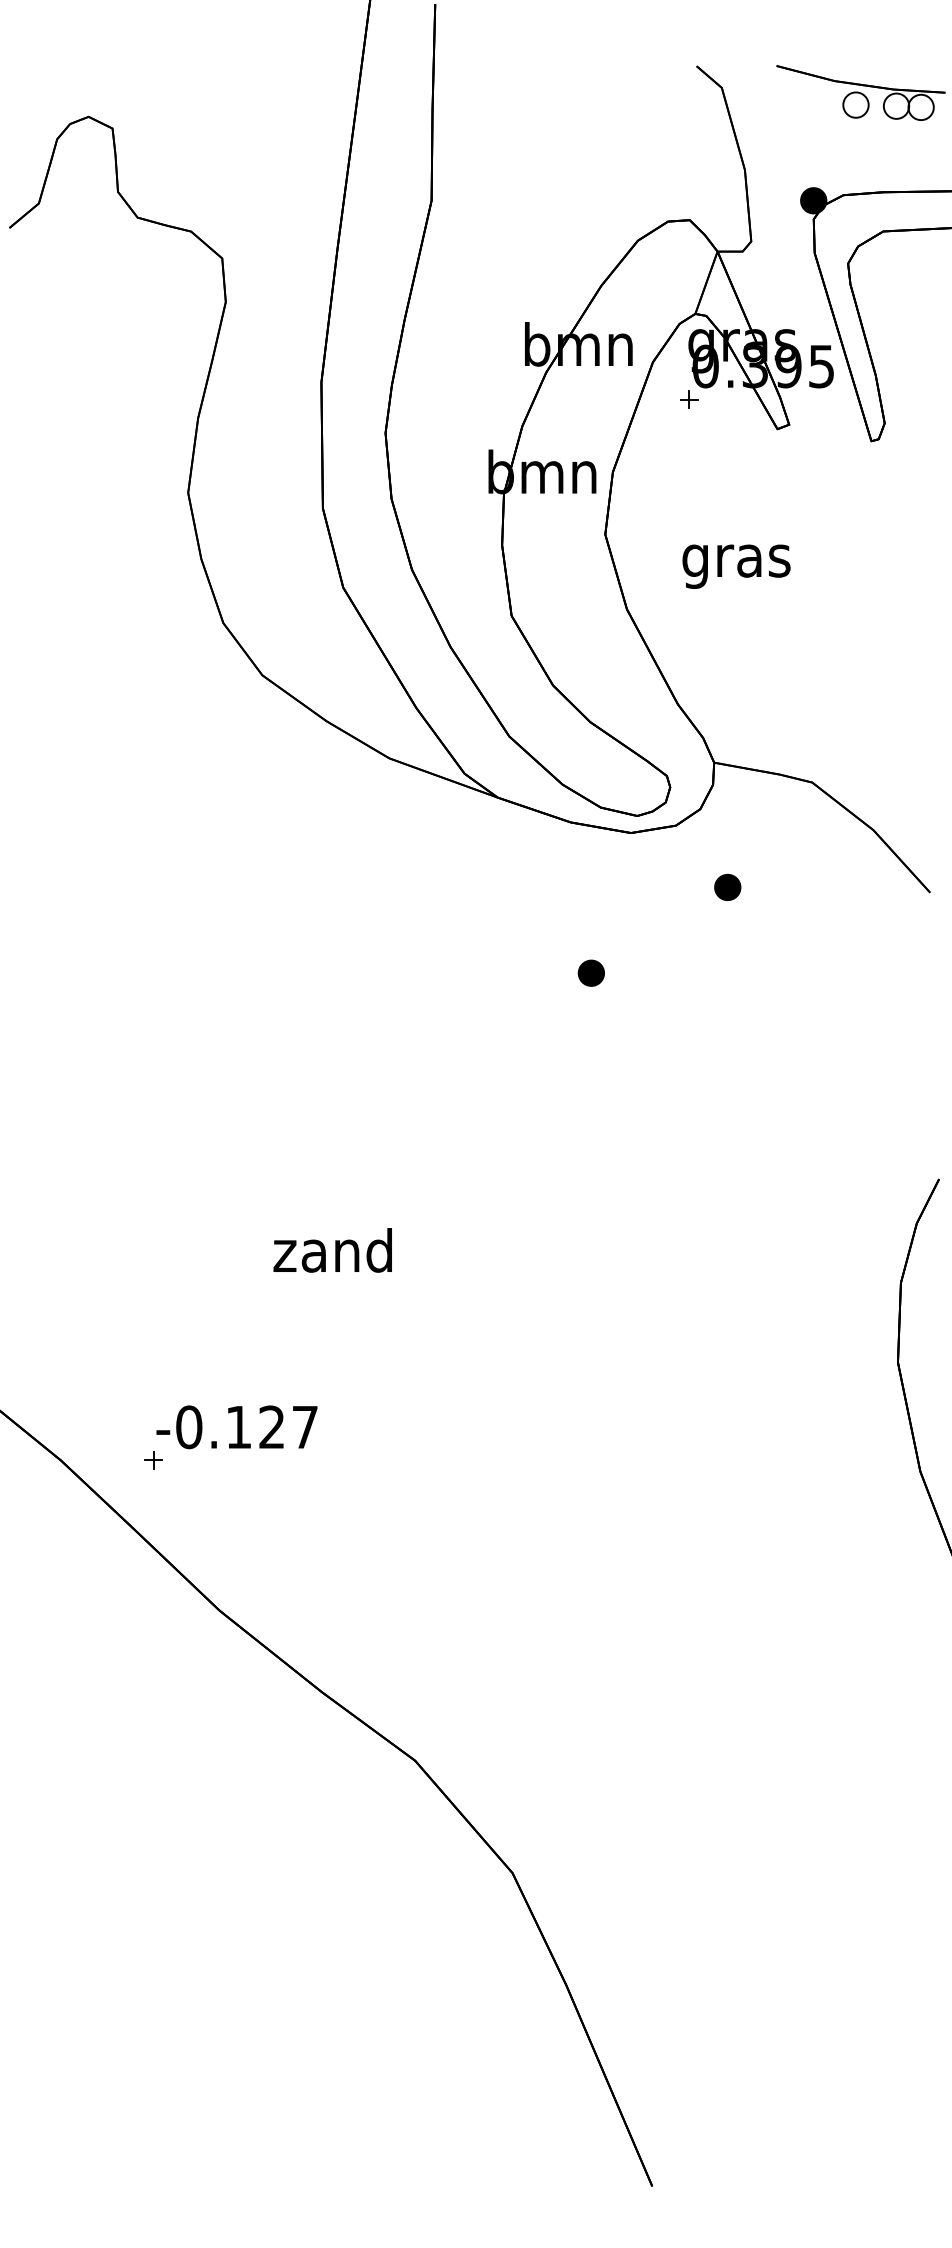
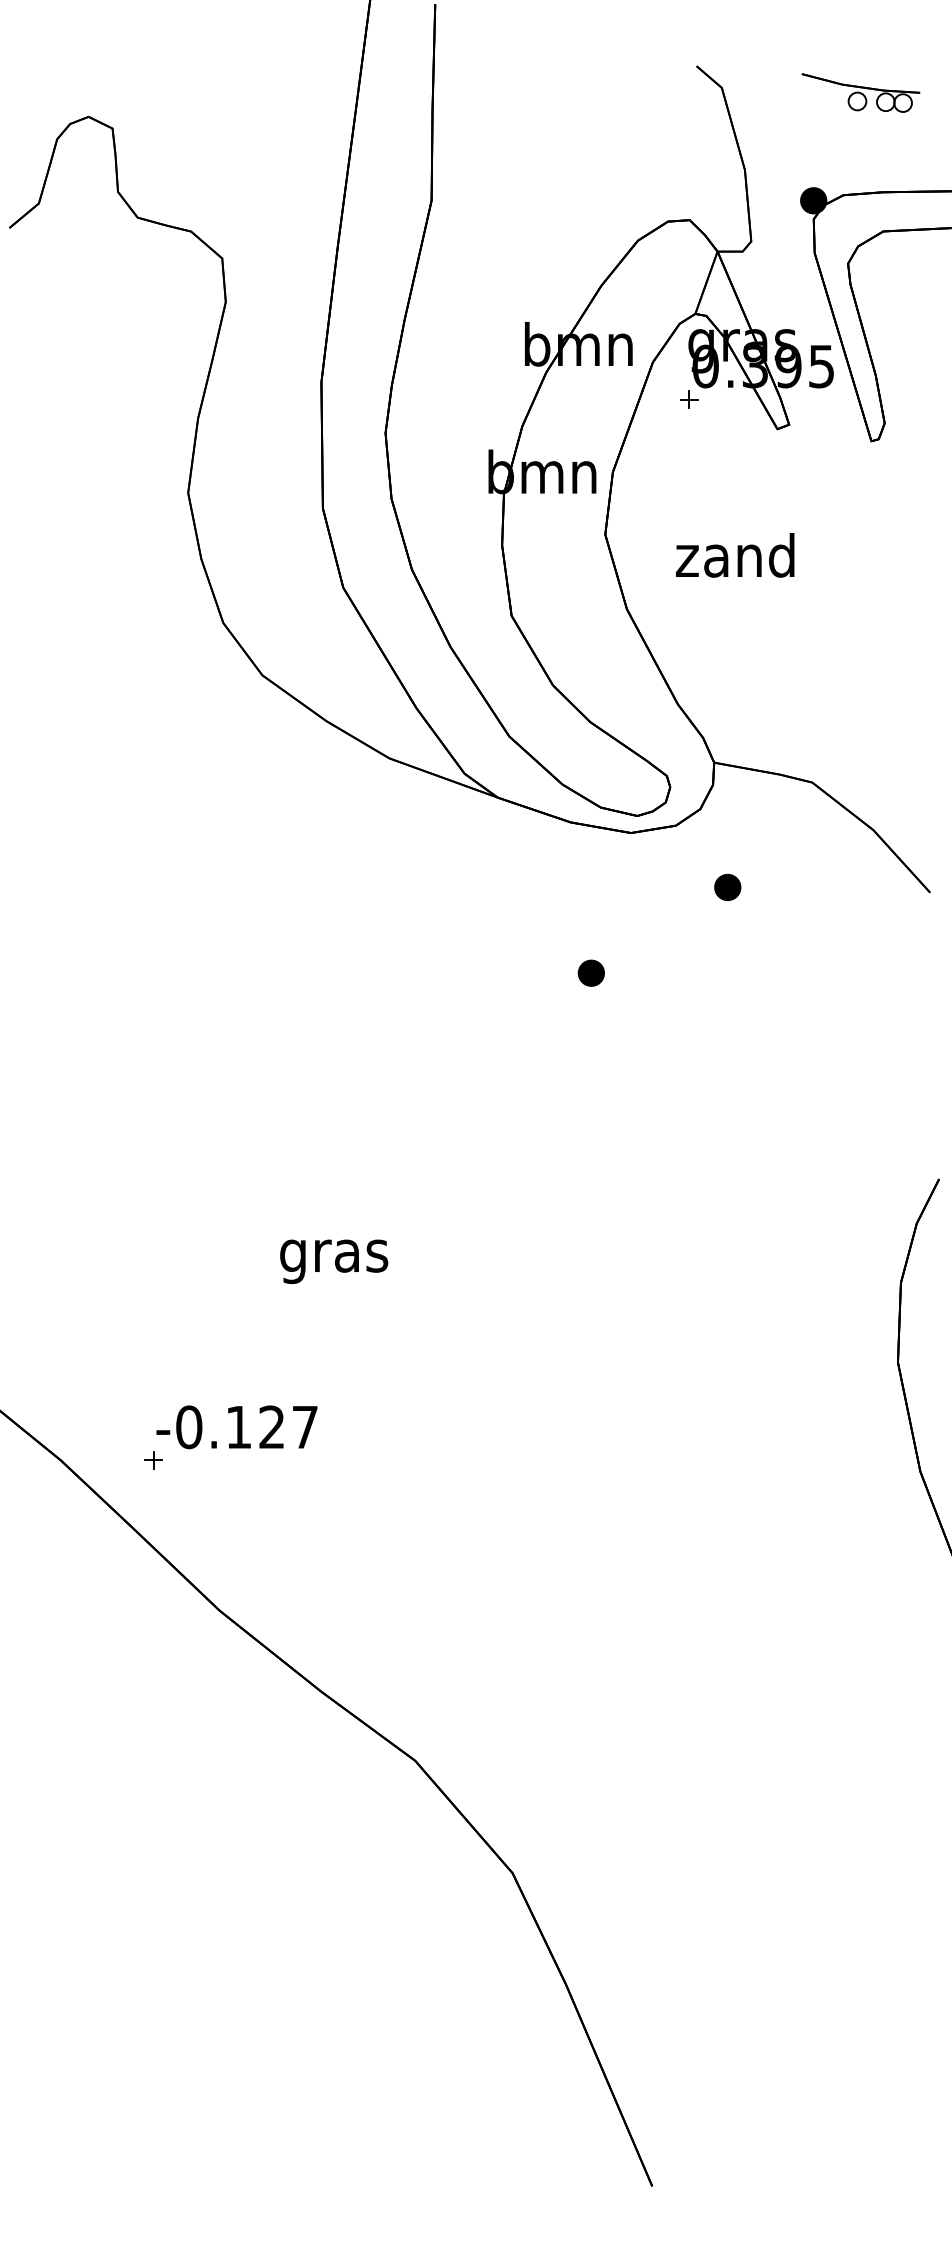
part at (860, 92) size: 170x56 px -> 120x40 px
text at (735, 560): gras -> zand
text at (332, 1256): zand -> gras
